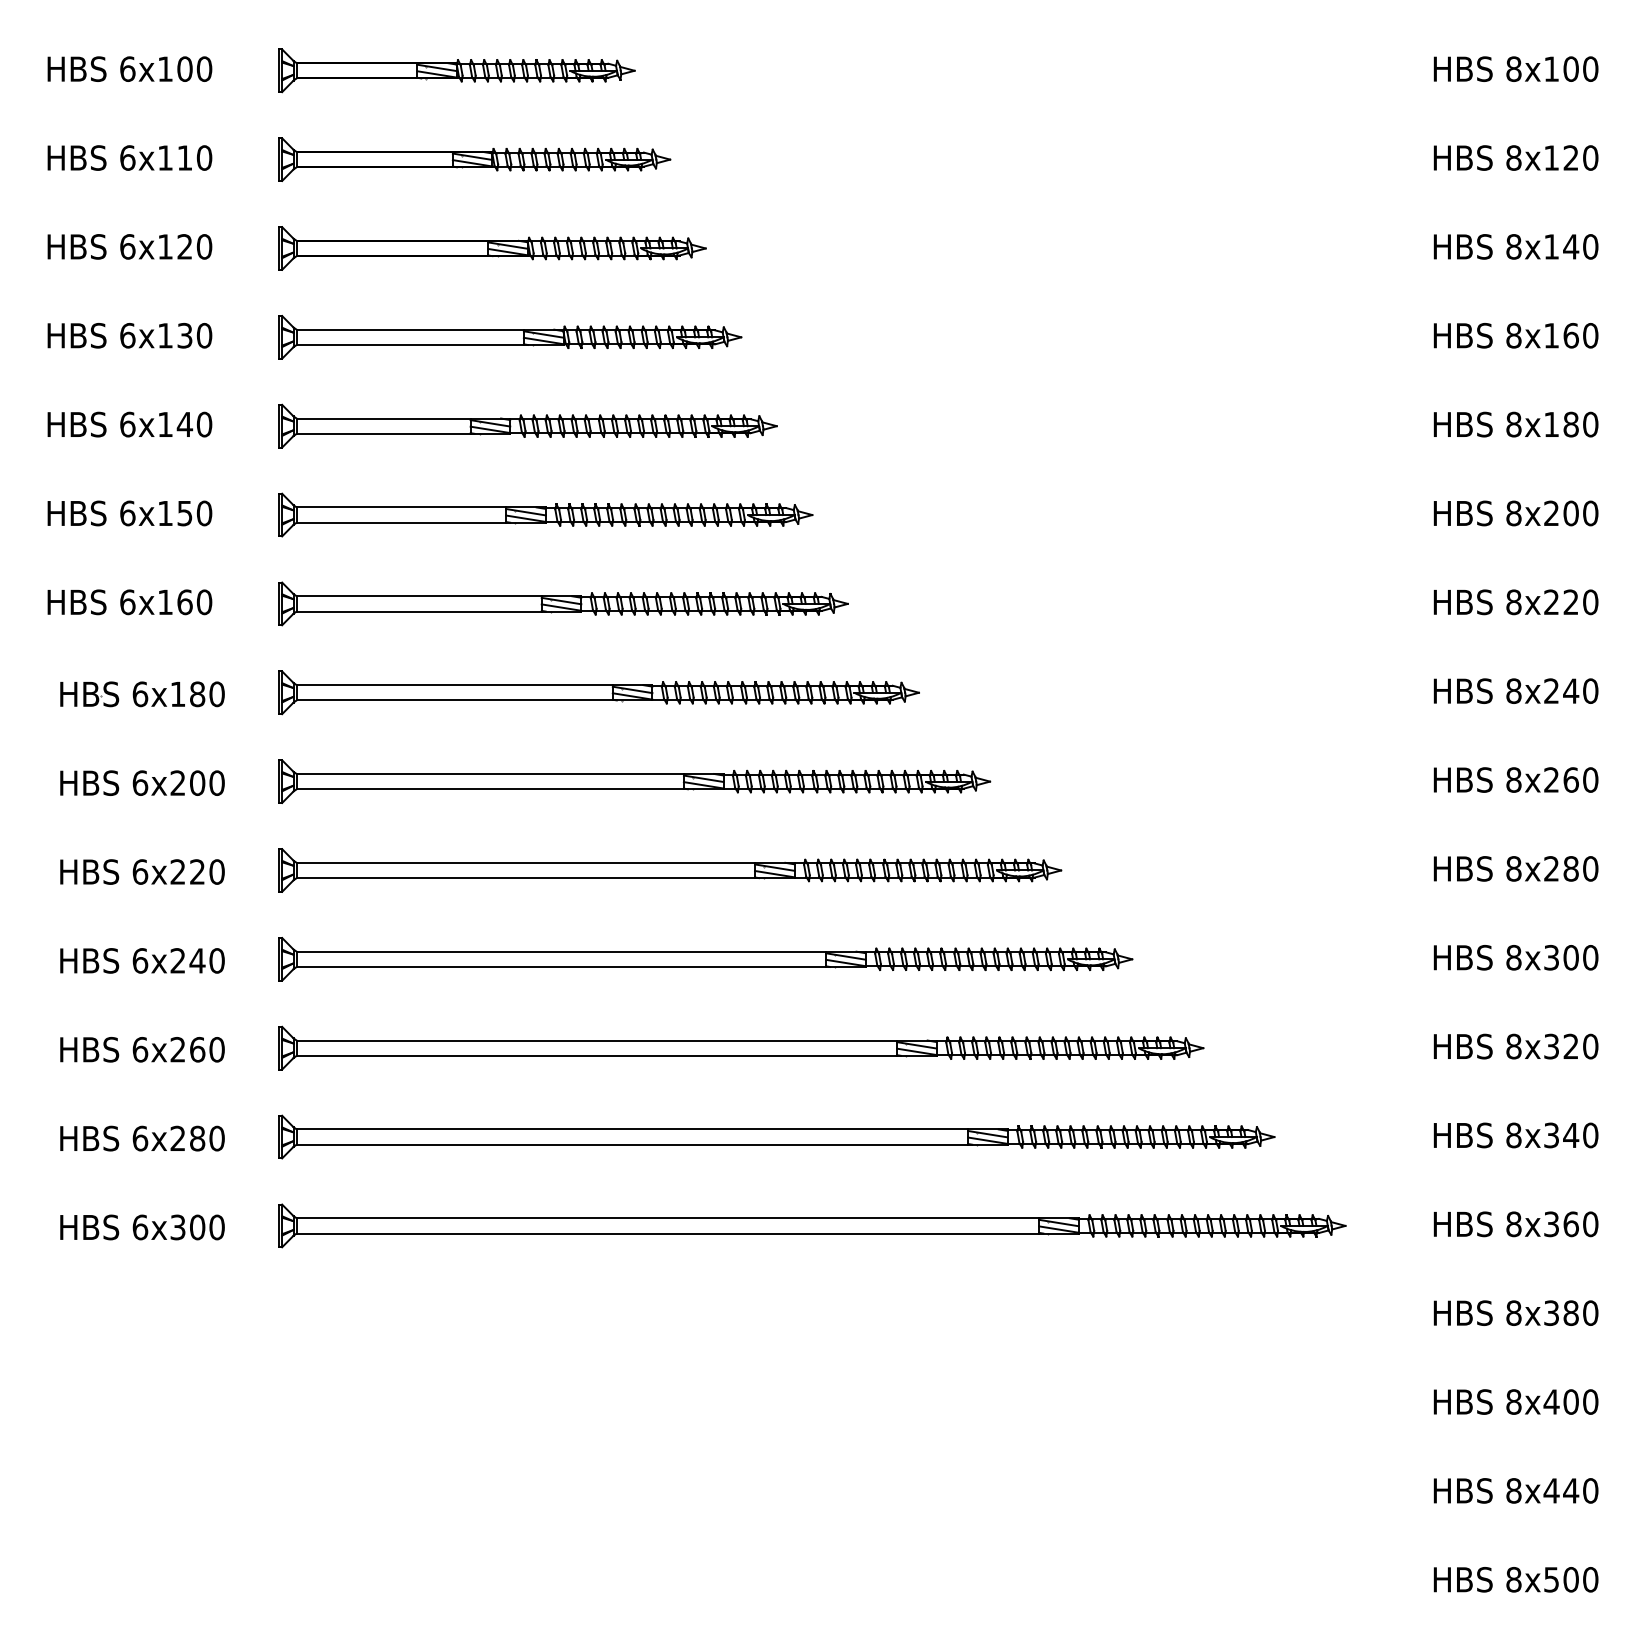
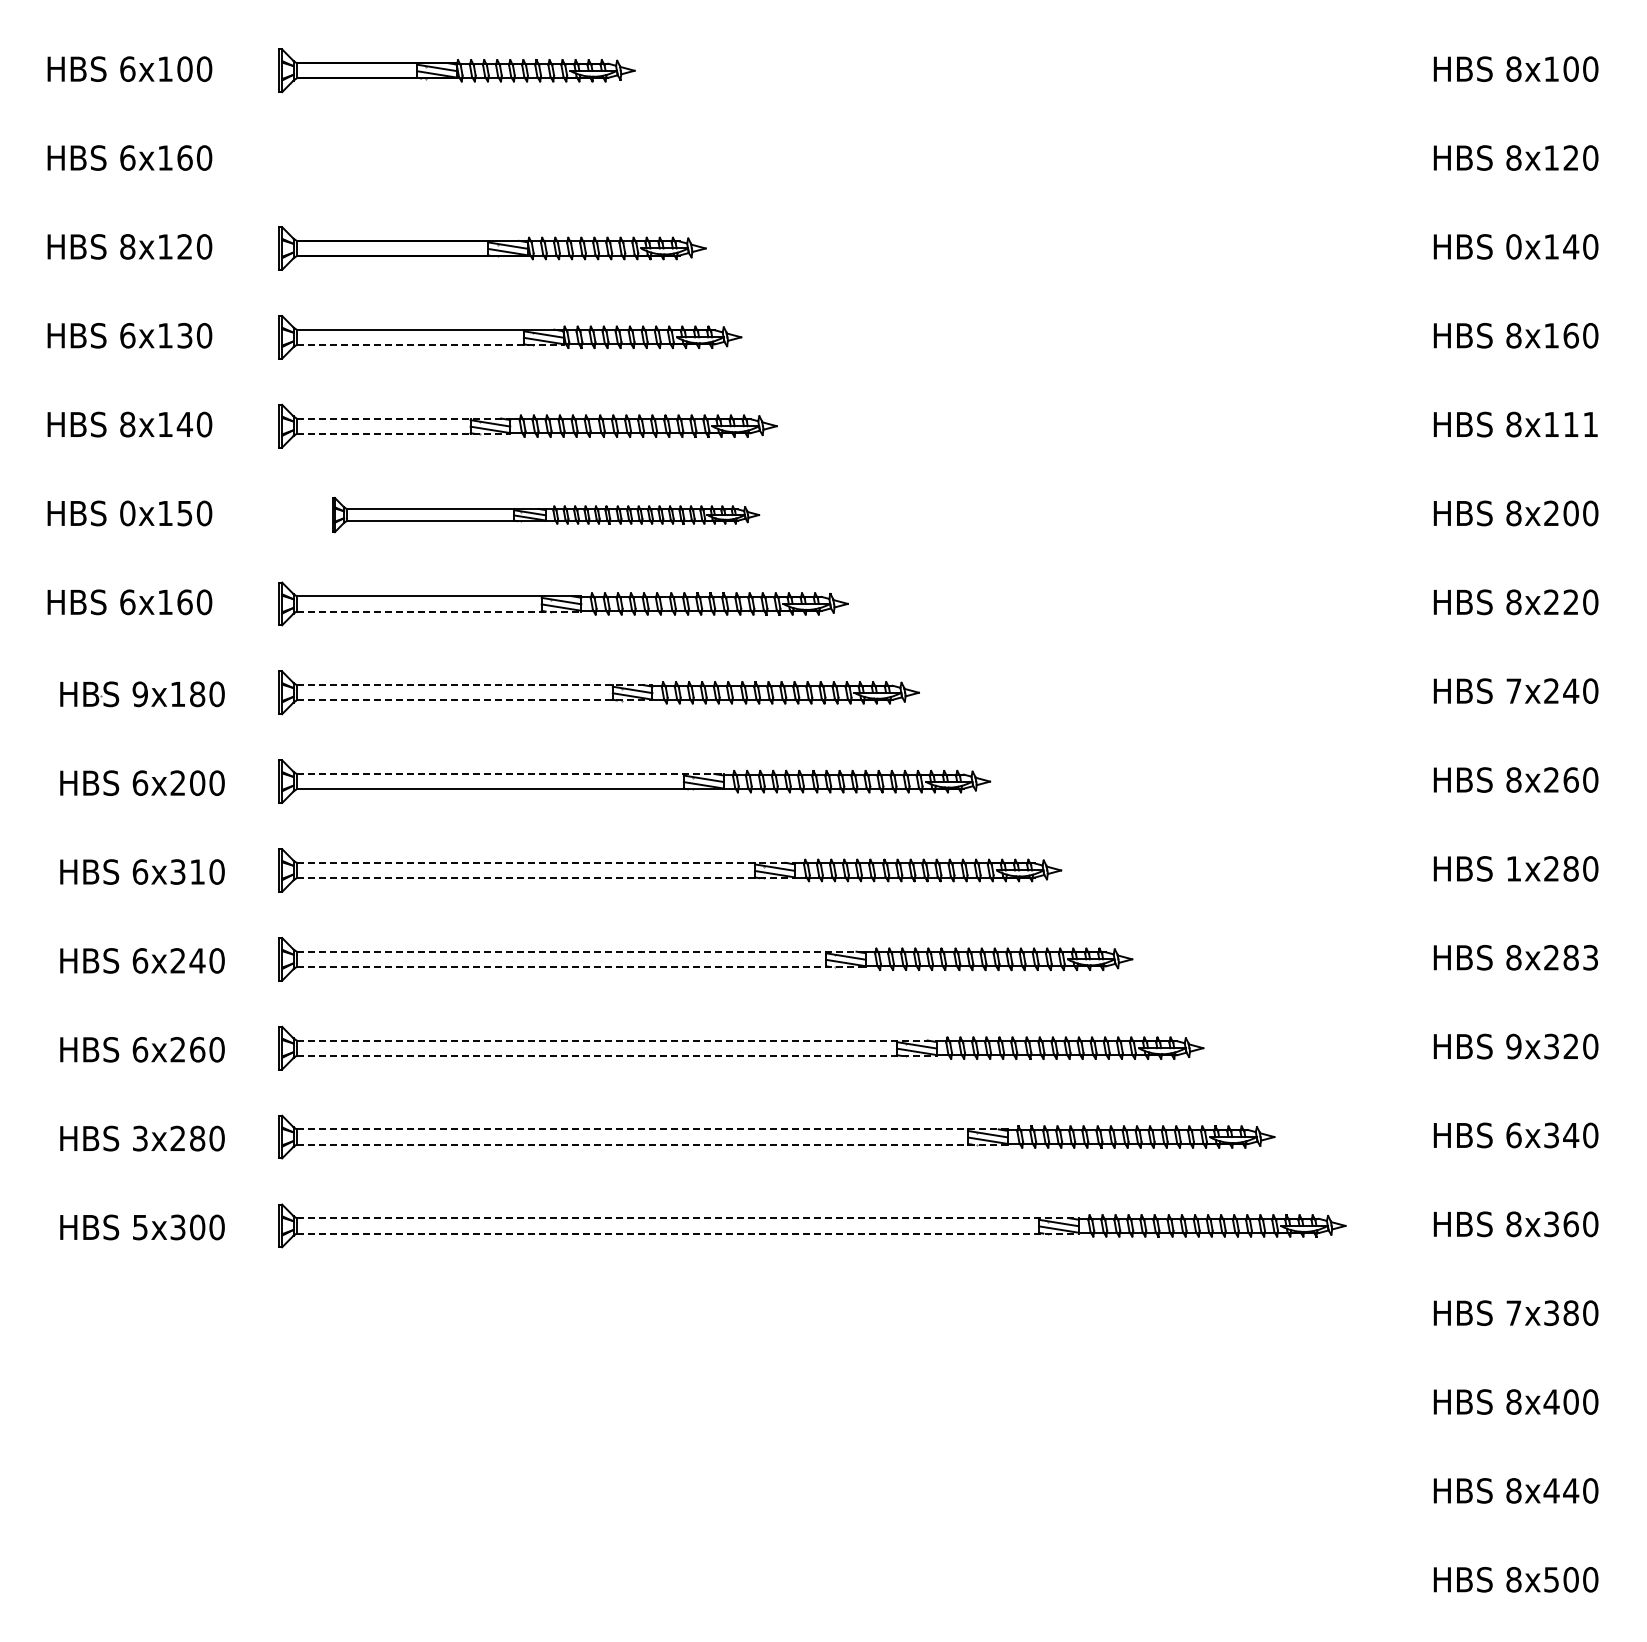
text at (184, 157): 6x110 -> 6x160
part at (474, 159): present -> none
text at (127, 246): 6x120 -> 8x120
text at (1513, 246): 8x140 -> 0x140
line at (430, 344): solid -> dashed
line at (403, 418): solid -> dashed
text at (127, 424): 6x140 -> 8x140
text at (1580, 424): 8x180 -> 8x111
line at (403, 433): solid -> dashed
text at (127, 513): 6x150 -> 0x150
part at (545, 514) size: 536x46 px -> 429x37 px
line at (439, 611): solid -> dashed
line at (474, 685): solid -> dashed
text at (1513, 690): 8x240 -> 7x240
text at (140, 694): 6x180 -> 9x180
line at (474, 700): solid -> dashed
line at (510, 773): solid -> dashed
line at (545, 862): solid -> dashed
text at (1513, 868): 8x280 -> 1x280
text at (187, 871): 6x220 -> 6x310
line at (545, 878): solid -> dashed
line at (581, 951): solid -> dashed
text at (1571, 957): 8x300 -> 8x283
line at (581, 966): solid -> dashed
line at (617, 1040): solid -> dashed
text at (1513, 1046): 8x320 -> 9x320
line at (617, 1055): solid -> dashed
line at (652, 1129): solid -> dashed
text at (1513, 1135): 8x340 -> 6x340
text at (140, 1138): 6x280 -> 3x280
line at (652, 1144): solid -> dashed
line at (688, 1218): solid -> dashed
text at (140, 1227): 6x300 -> 5x300
line at (688, 1233): solid -> dashed
text at (1513, 1312): 8x380 -> 7x380
